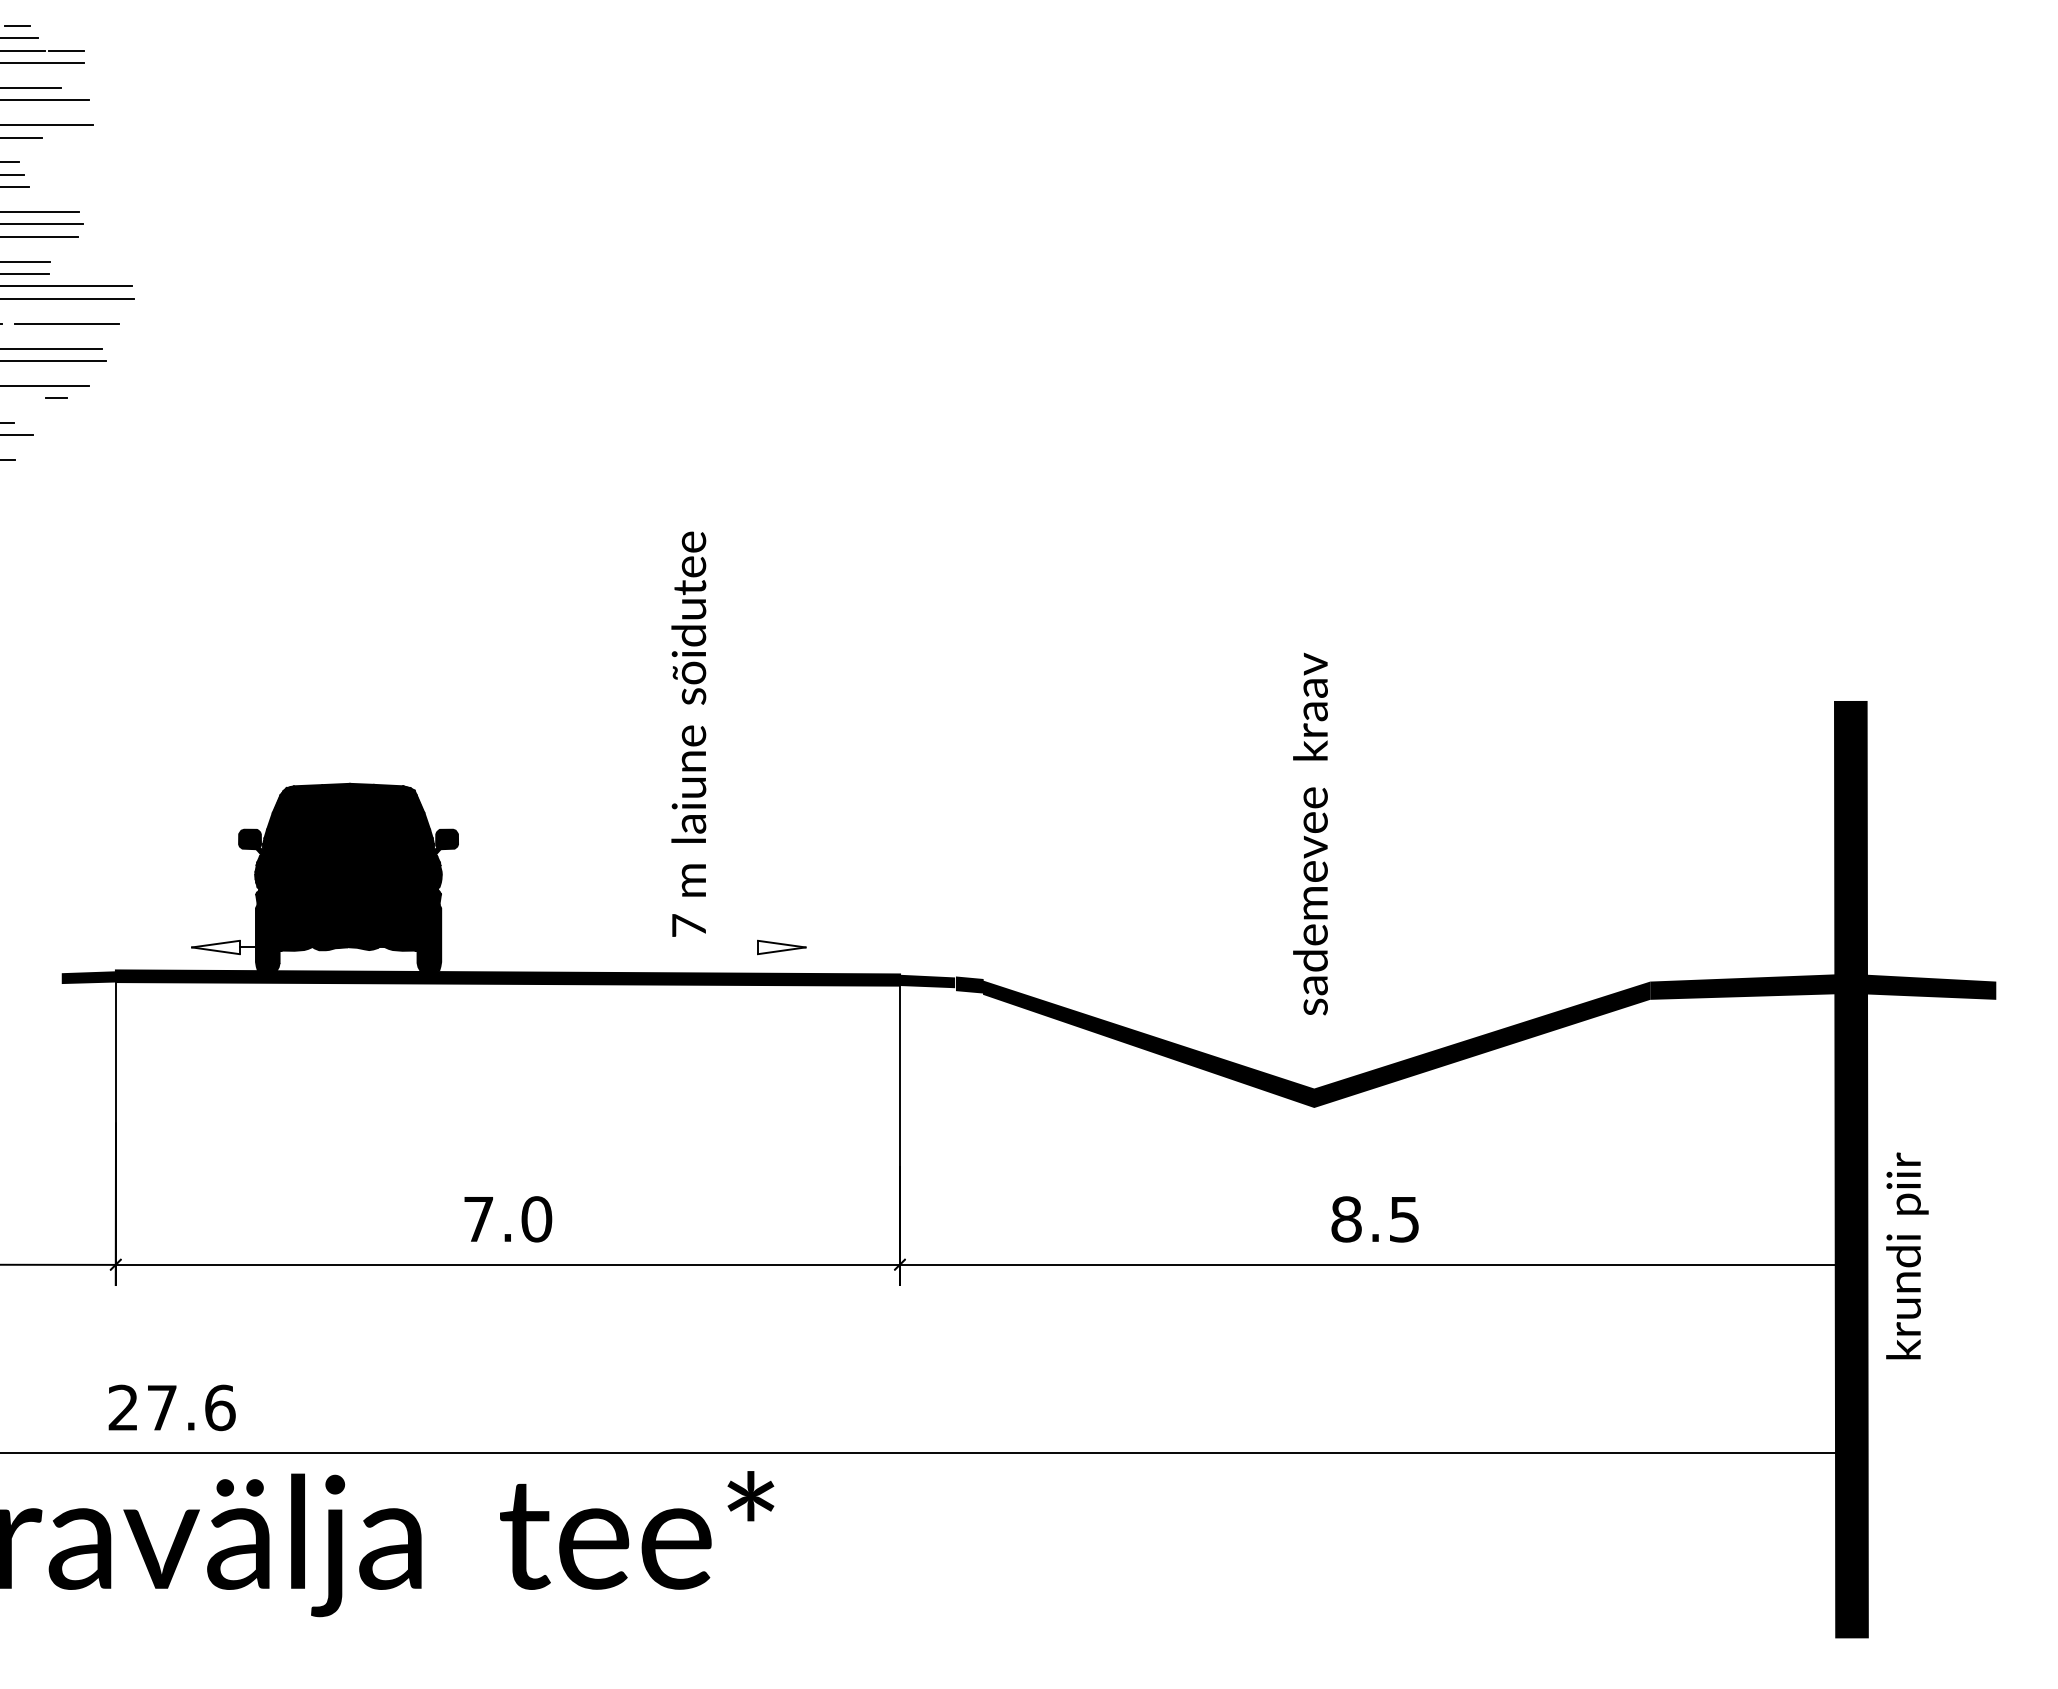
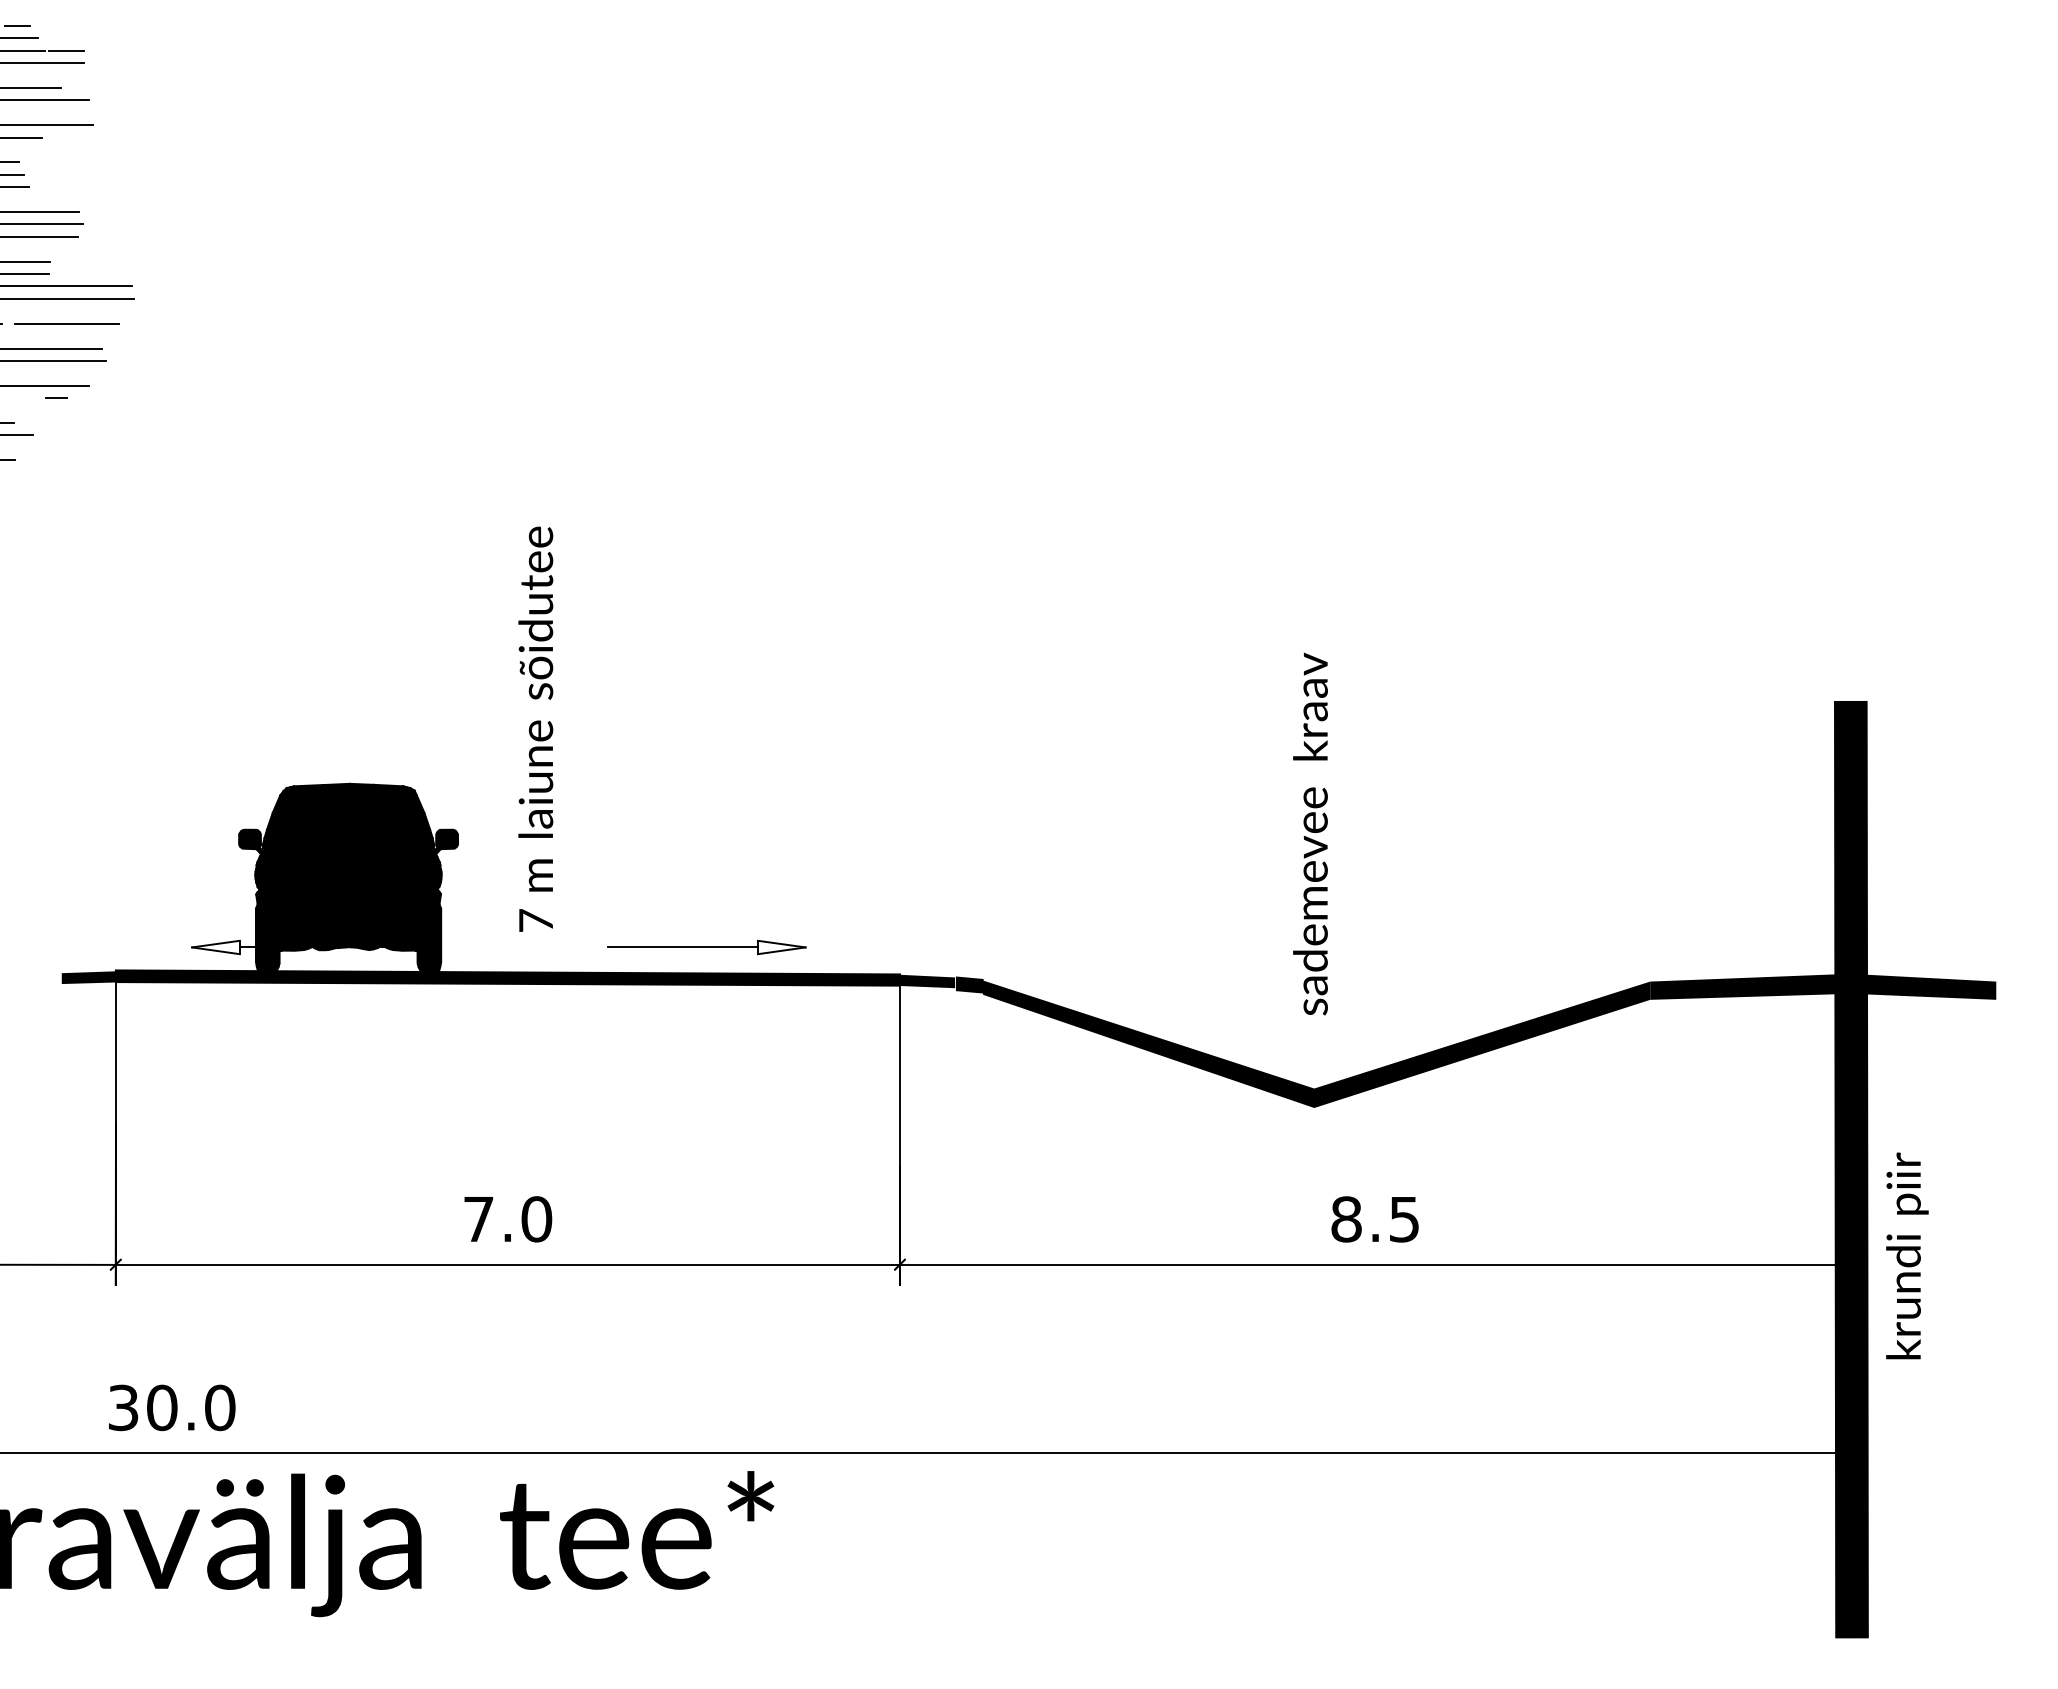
text at (688, 733) position: (688, 733) -> (535, 728)
line at (683, 947): none -> present
text at (171, 1407): 27.6 -> 30.0
